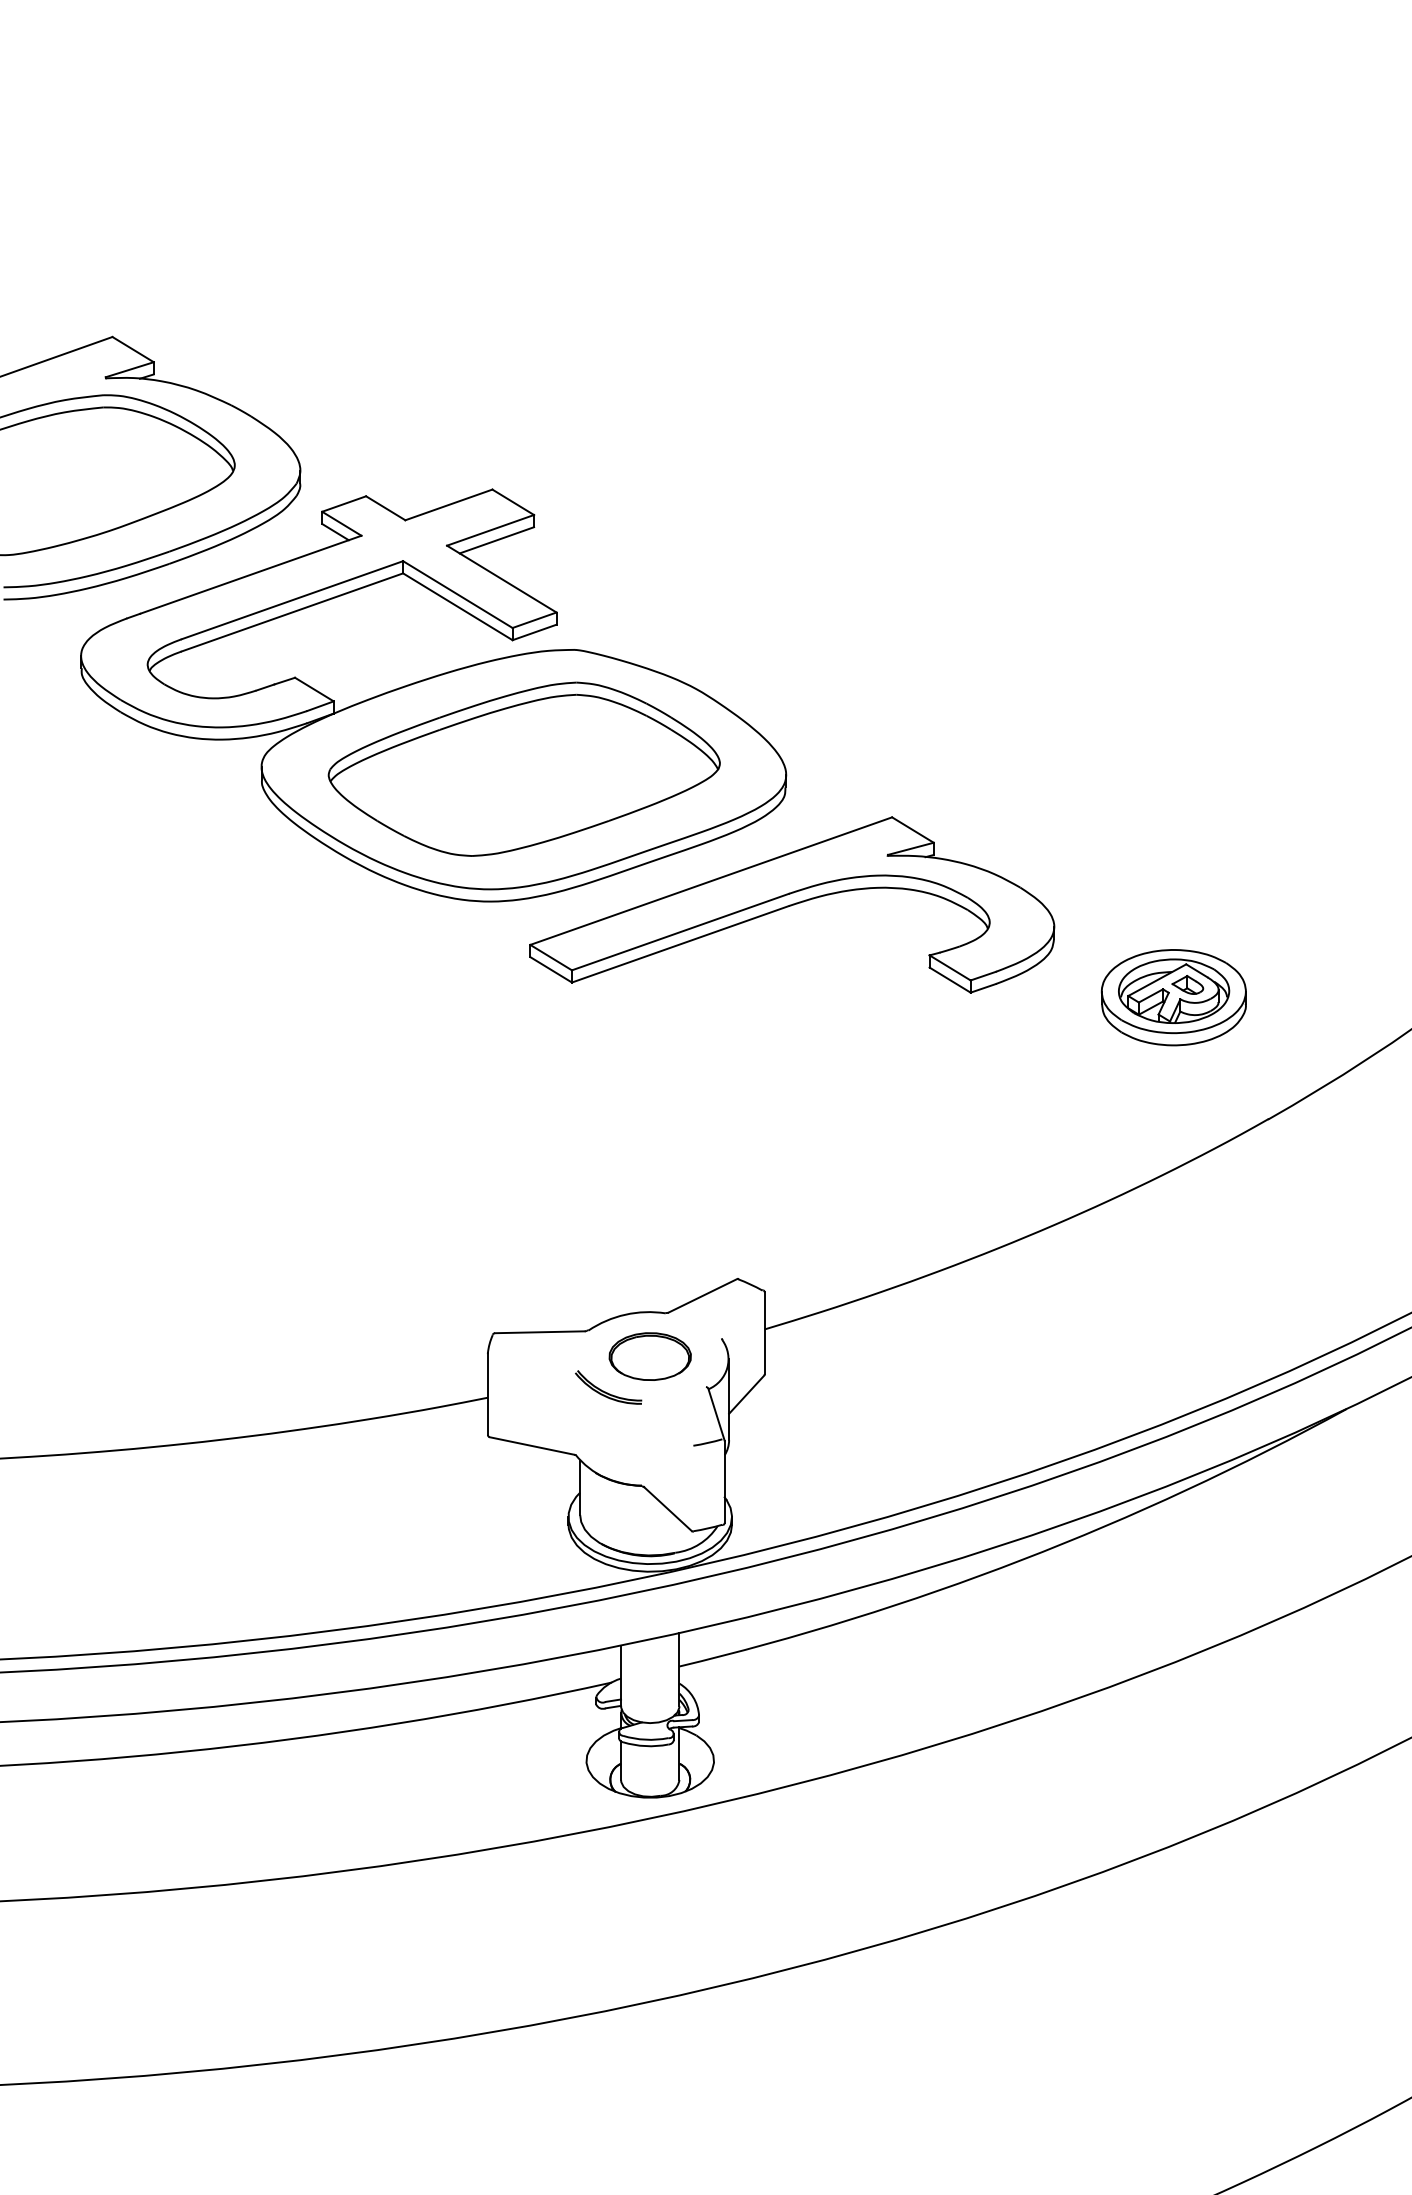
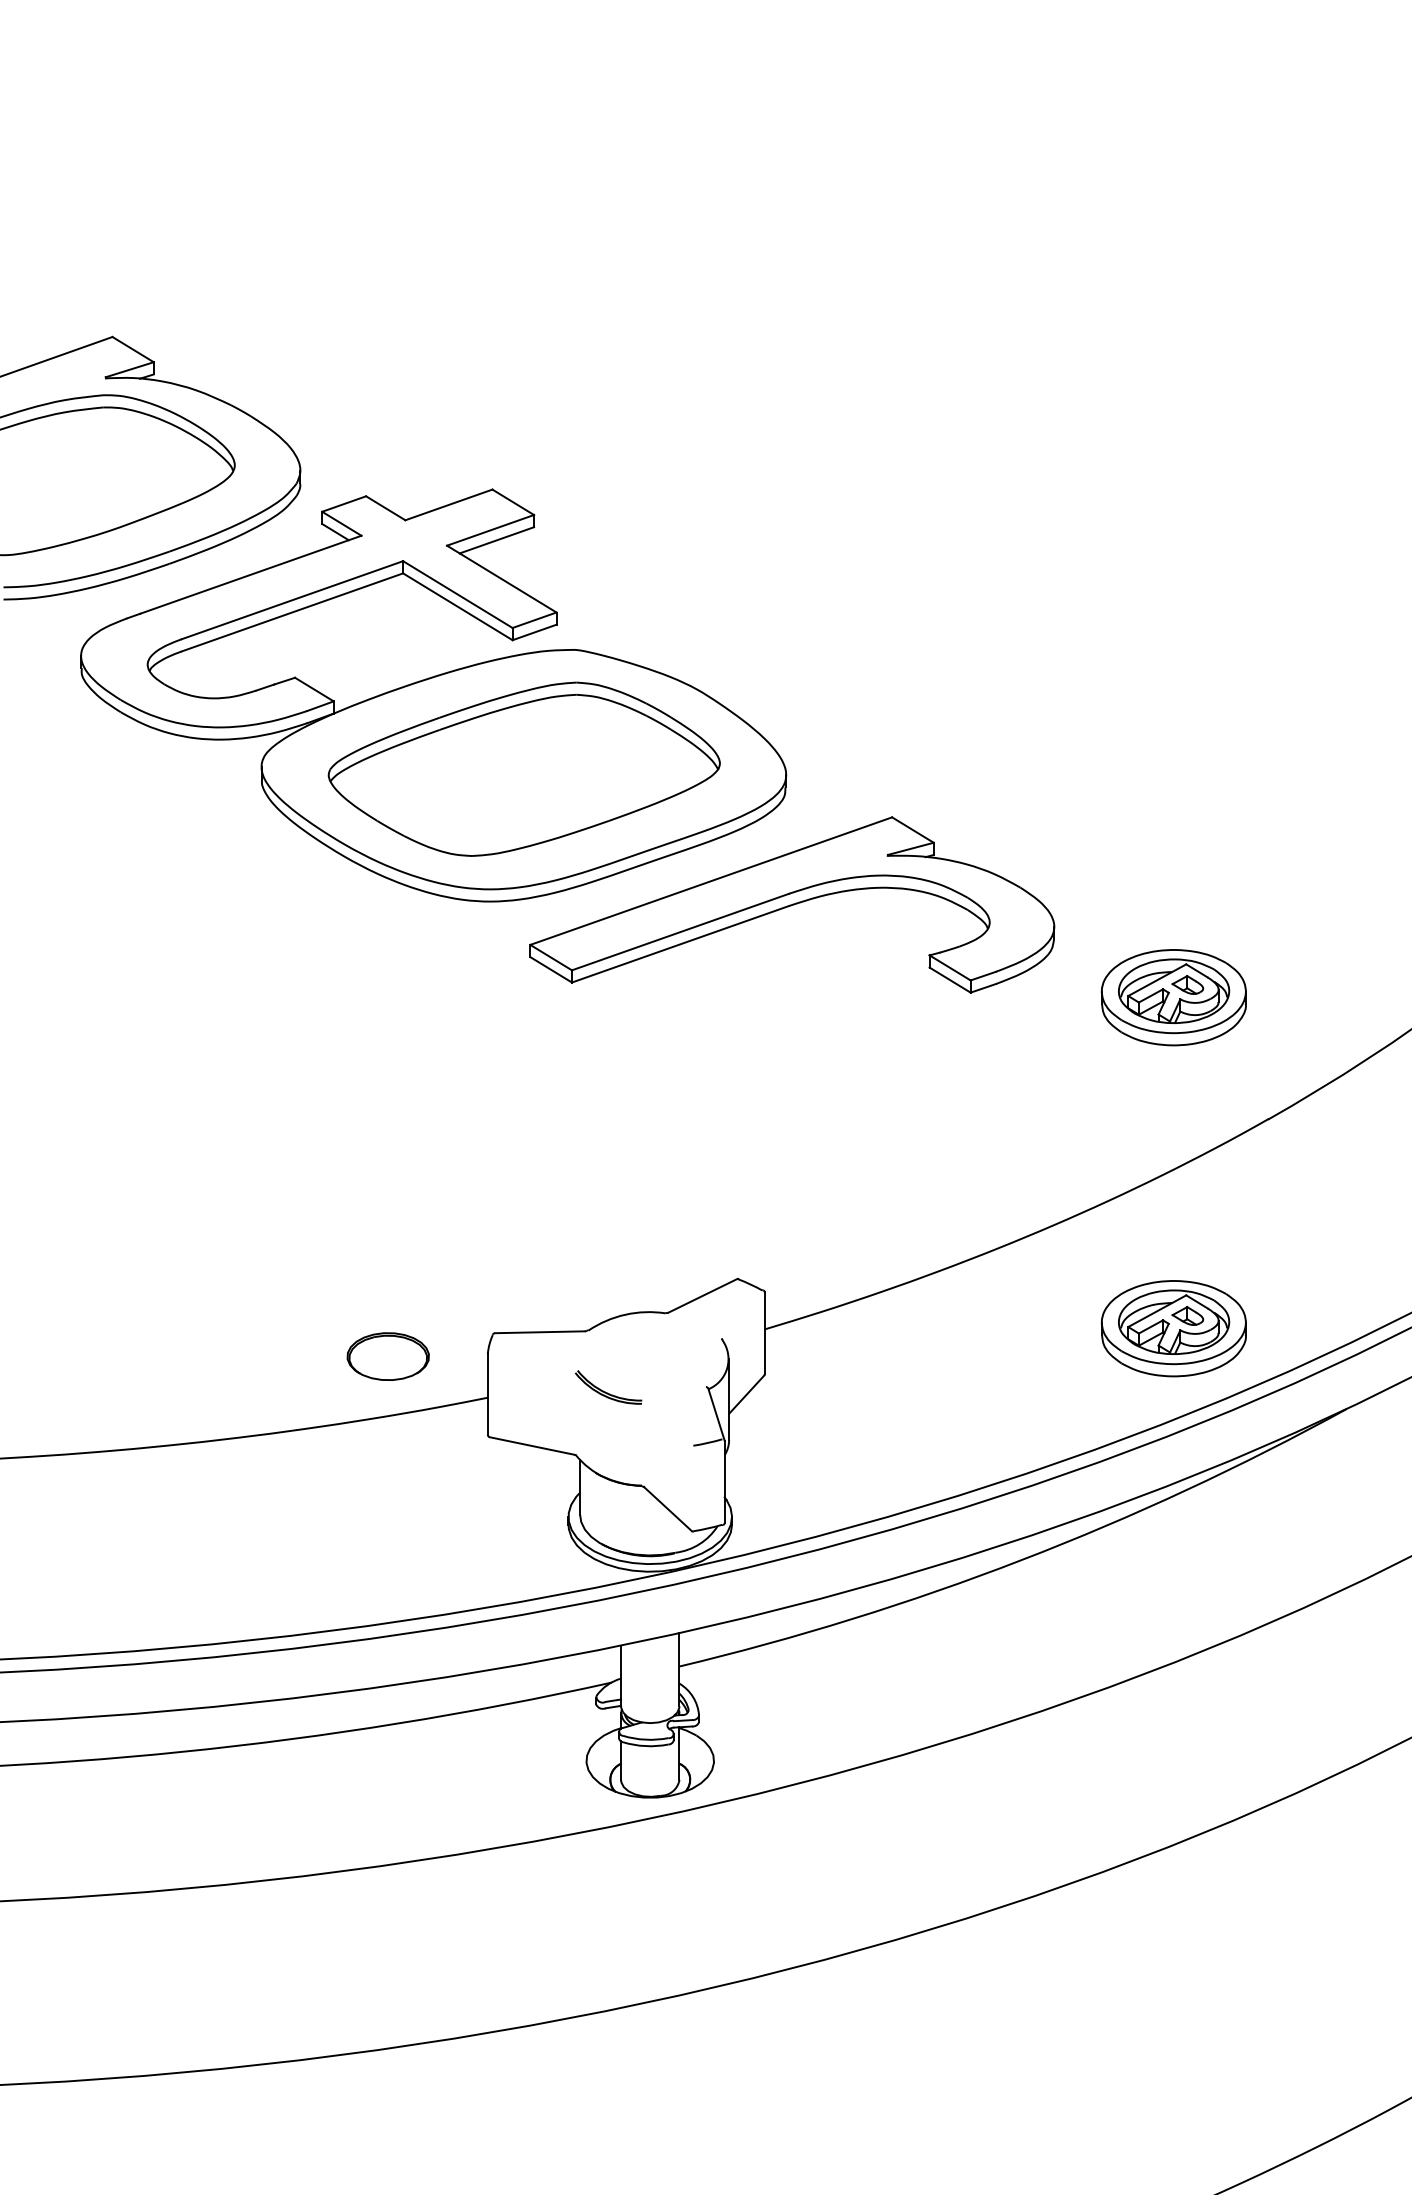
part at (1173, 1328): none -> present
part at (649, 1356) position: (649, 1356) -> (387, 1356)
